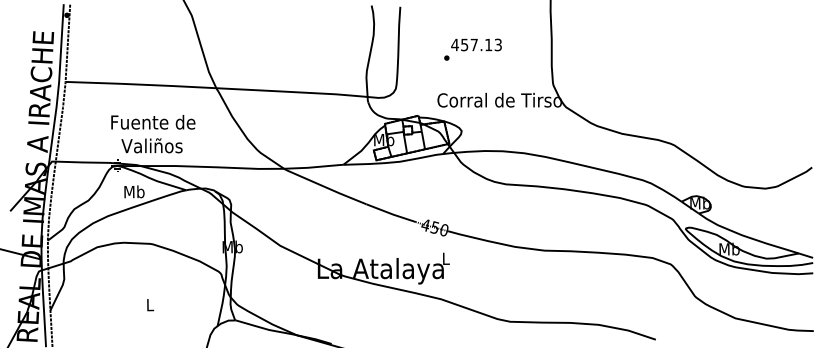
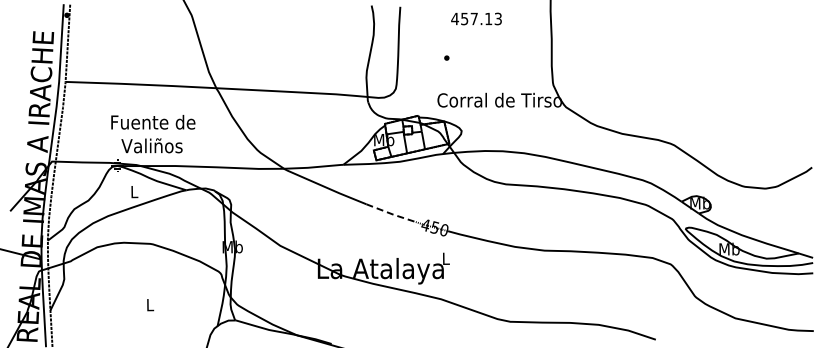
text at (476, 44) position: (476, 44) -> (476, 18)
text at (134, 191): Mb -> L
line at (391, 213): solid -> dashed
